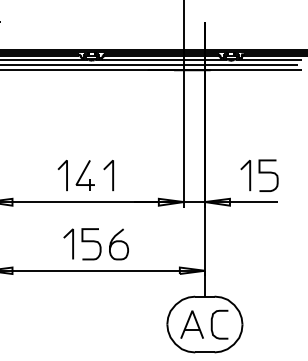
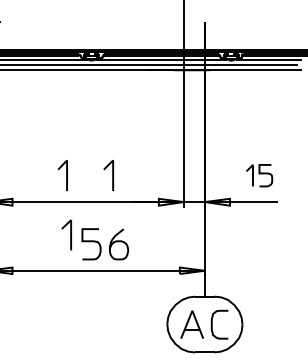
part at (84, 175): present -> none
part at (259, 175) size: 39x33 px -> 28x24 px
curve at (72, 243) position: (72, 243) -> (70, 234)
